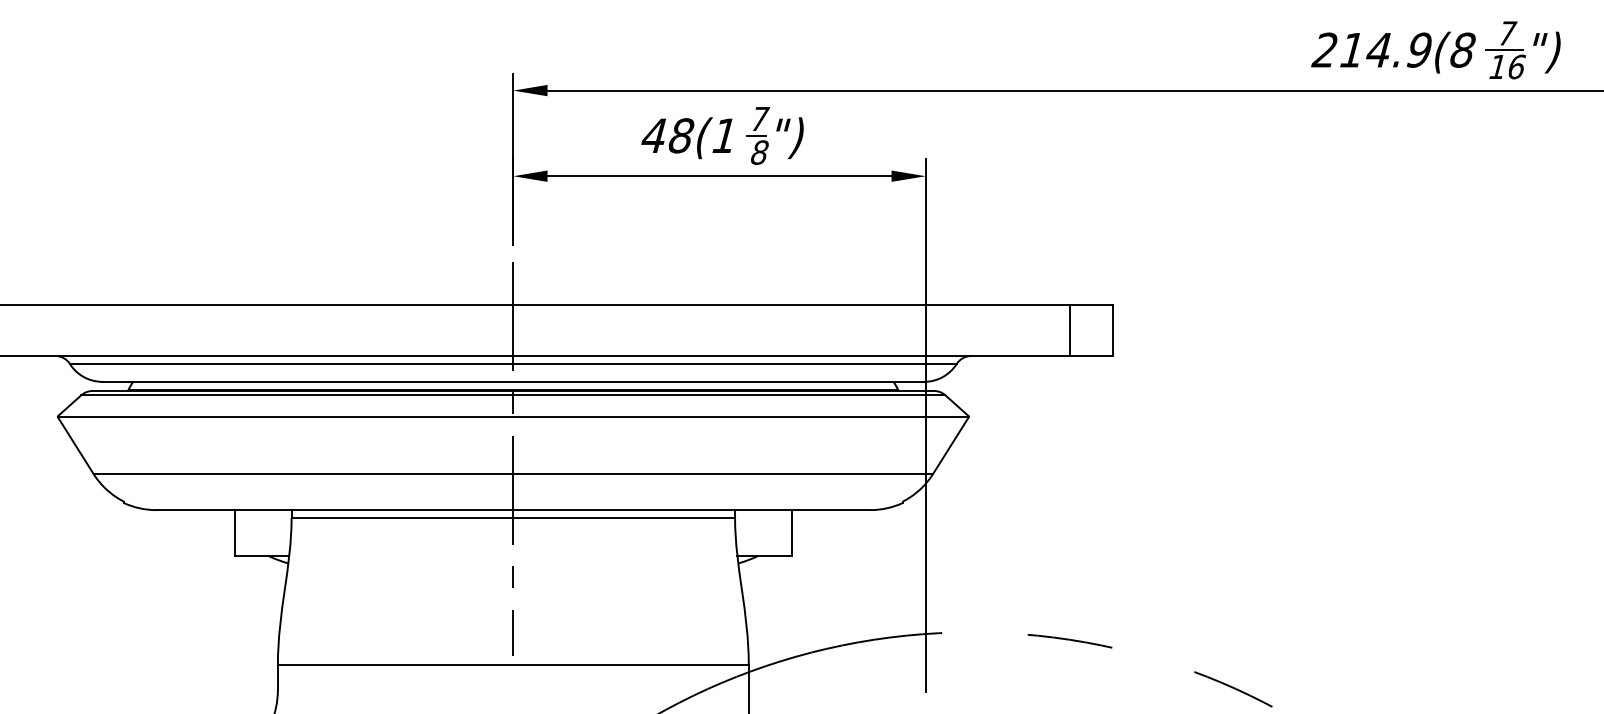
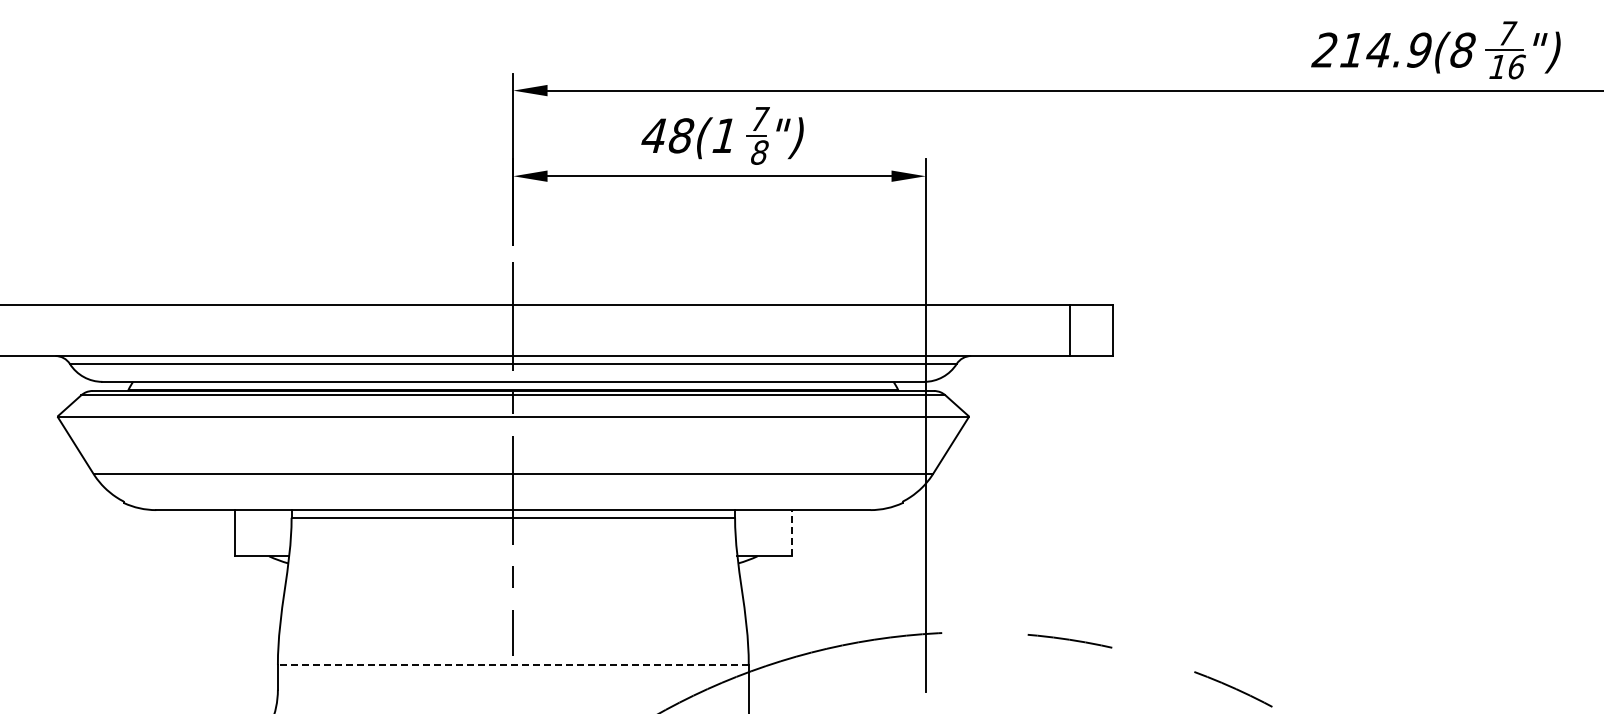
line at (791, 532): solid -> dashed
line at (512, 665): solid -> dashed
